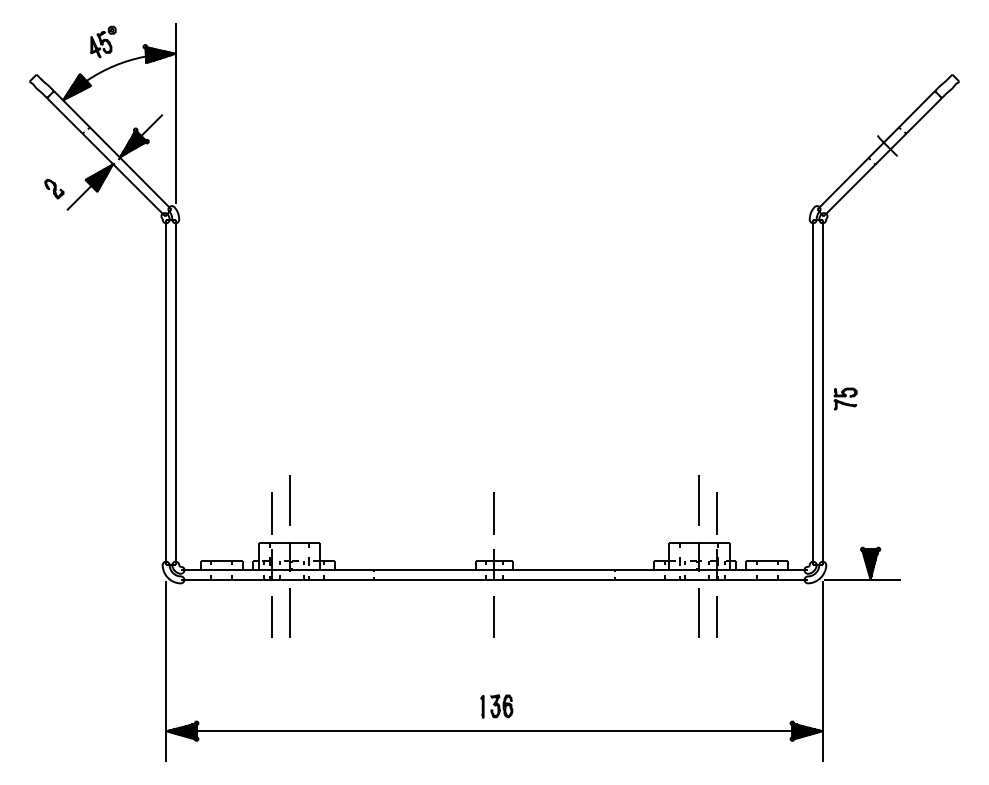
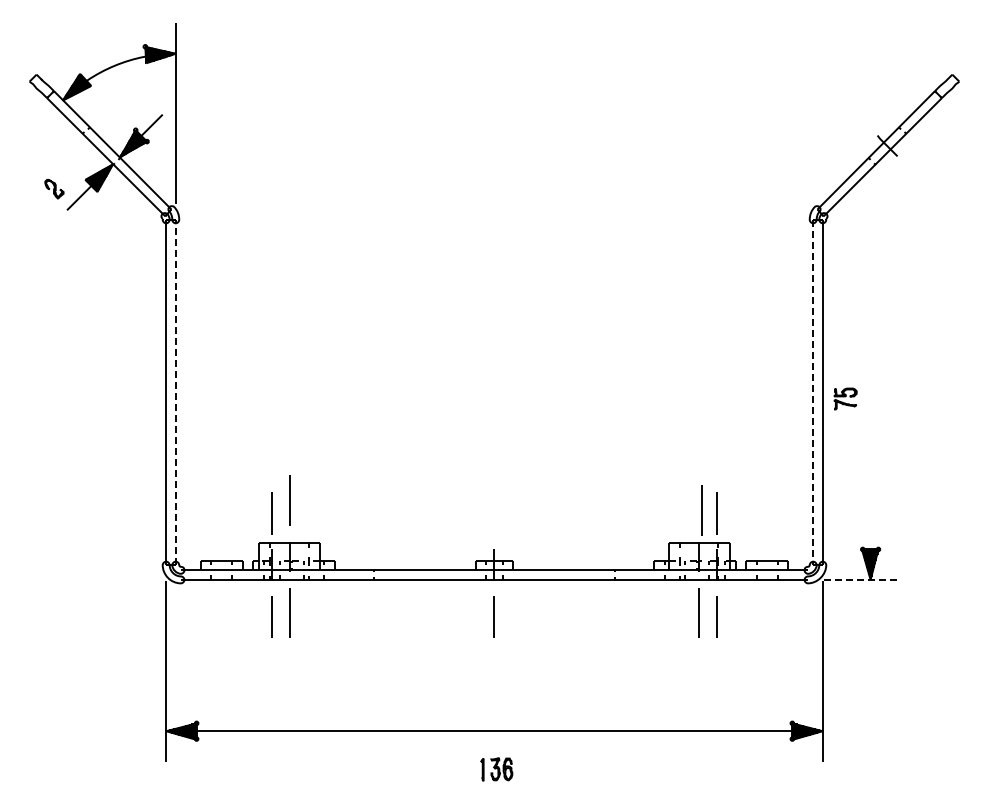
part at (103, 41): present -> none
line at (175, 392): solid -> dashed
line at (813, 392): solid -> dashed
line at (698, 500) position: (698, 500) -> (701, 510)
line at (493, 513): present -> none
line at (862, 579): solid -> dashed
part at (496, 706) position: (496, 706) -> (496, 769)
